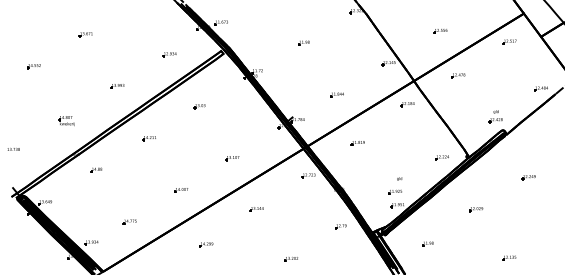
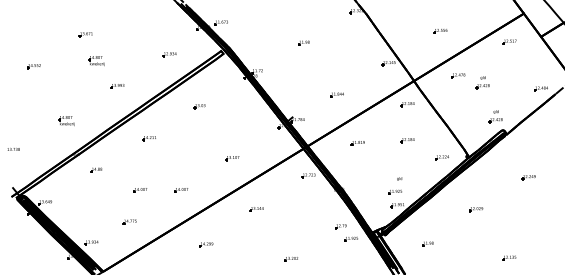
part at (96, 61): none -> present
part at (482, 82): none -> present
part at (407, 140): none -> present
part at (140, 190): none -> present
part at (350, 238): none -> present
